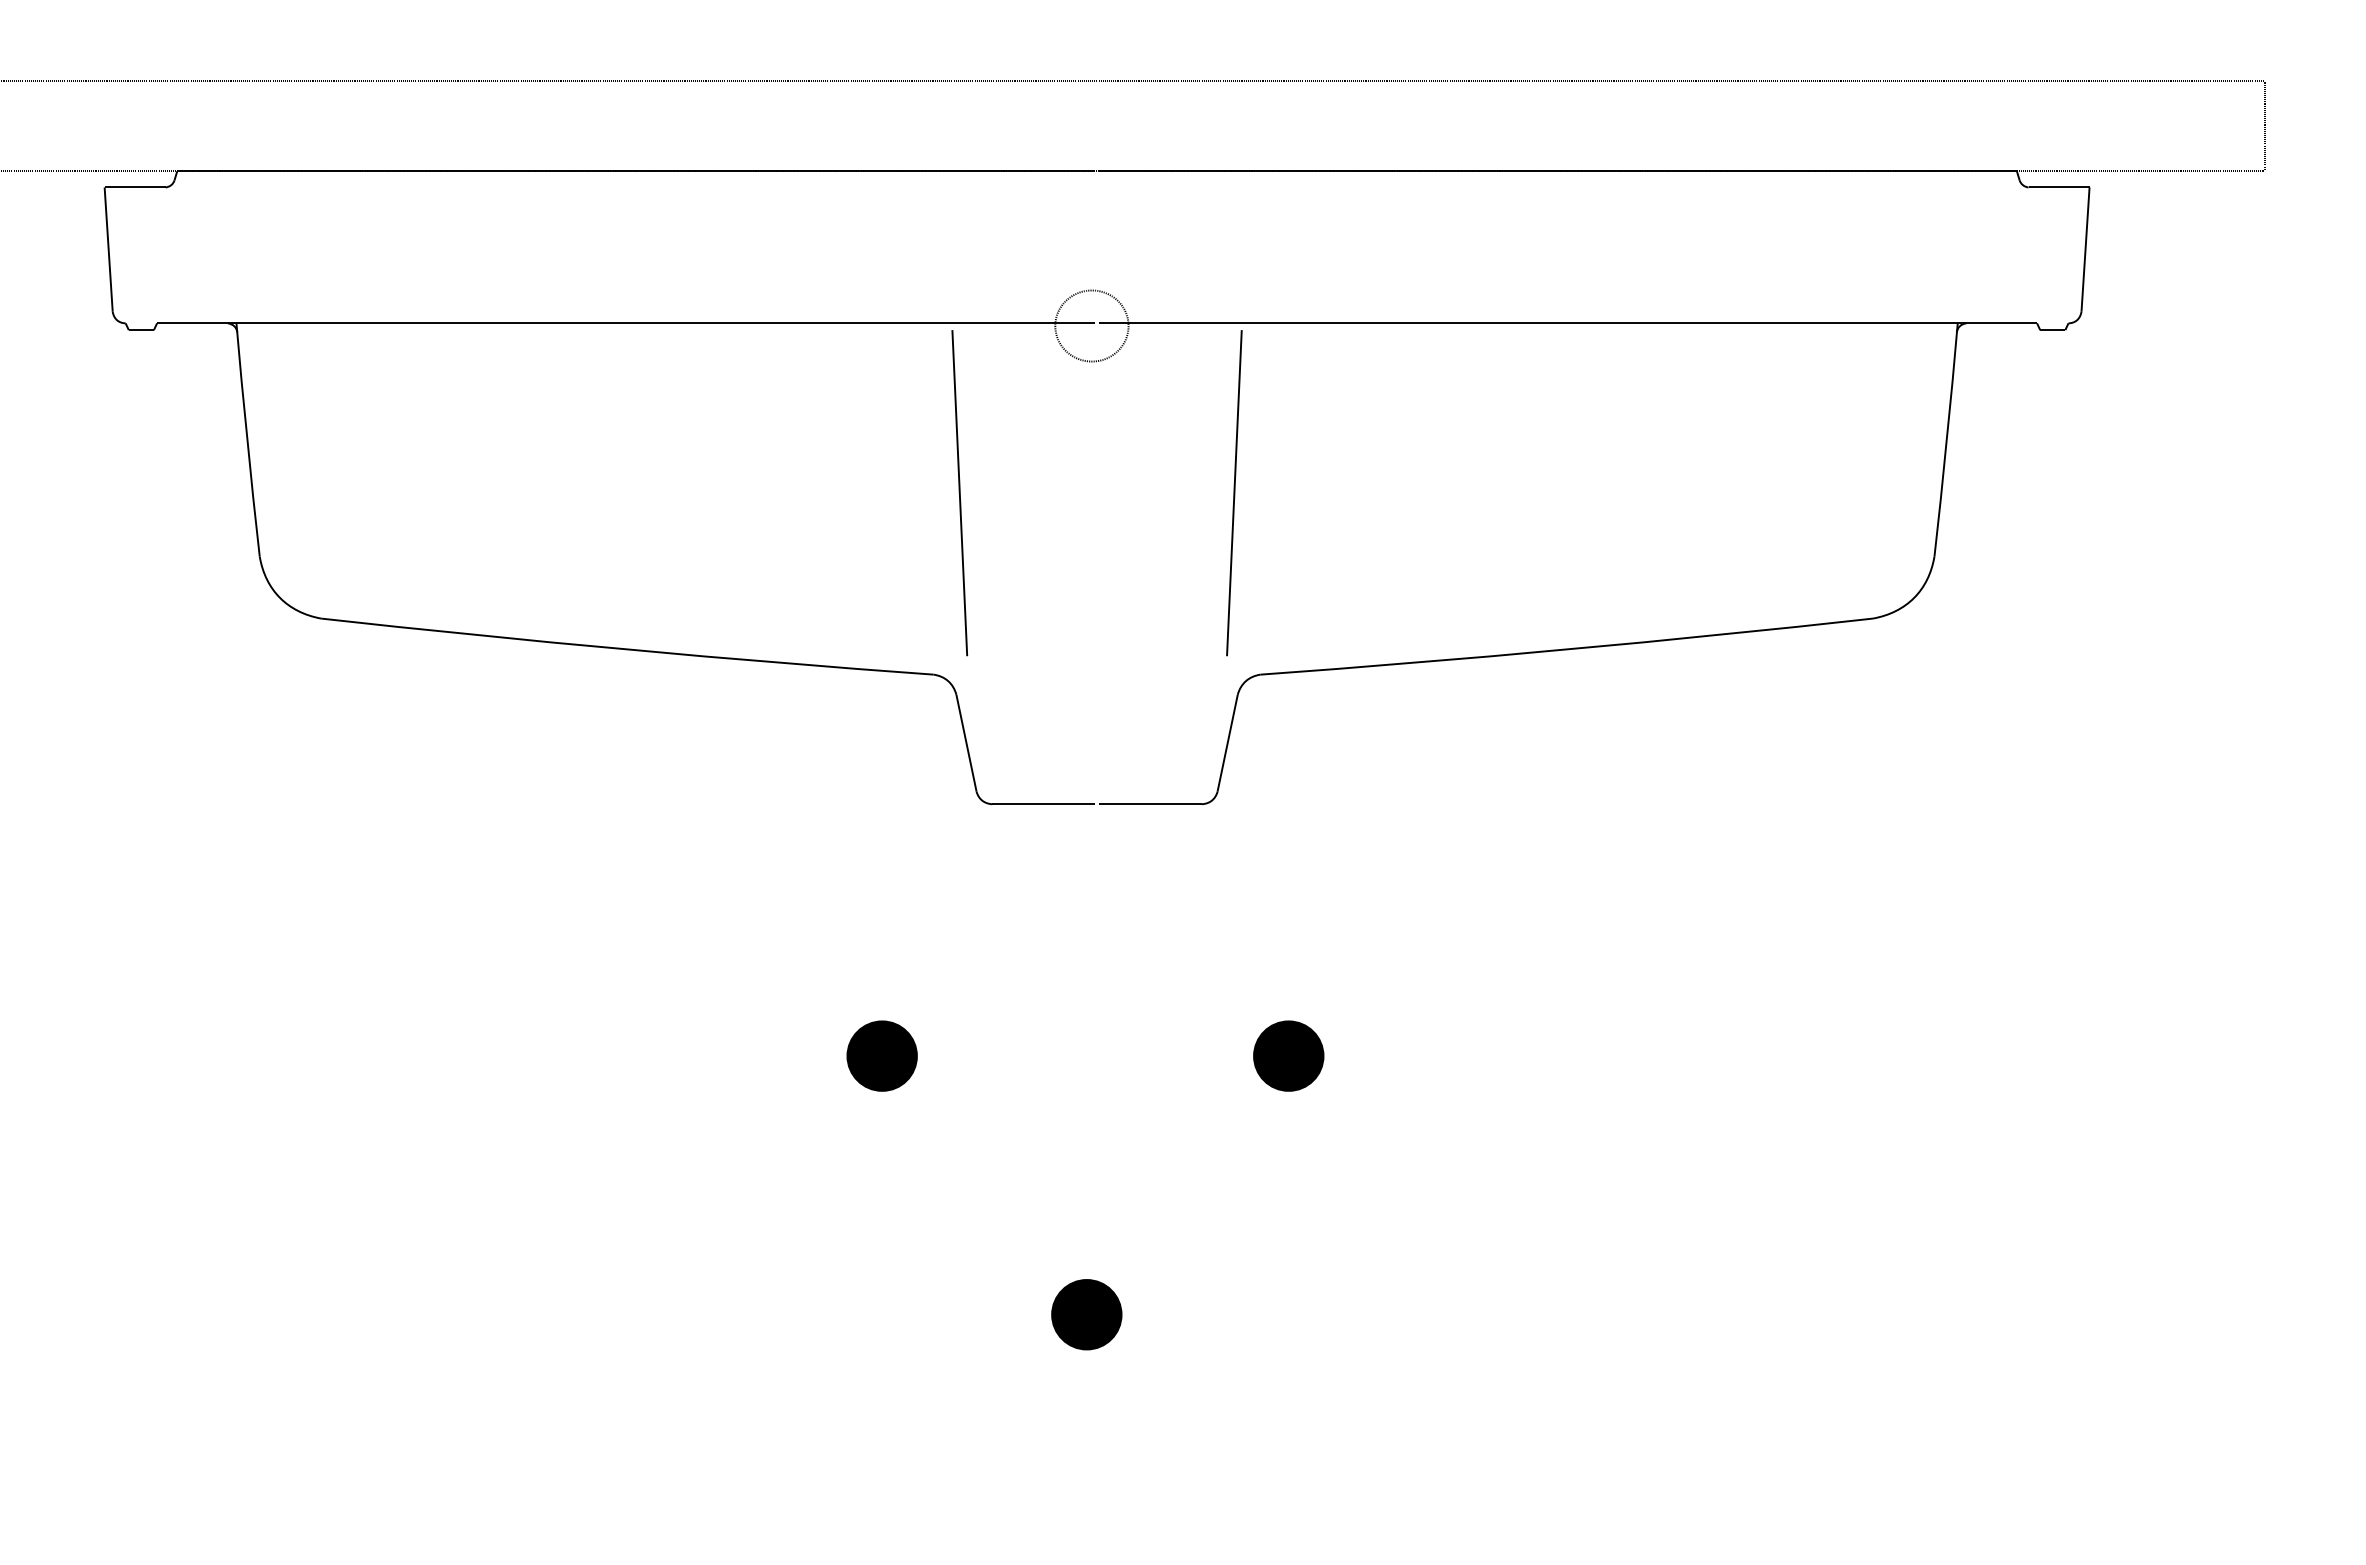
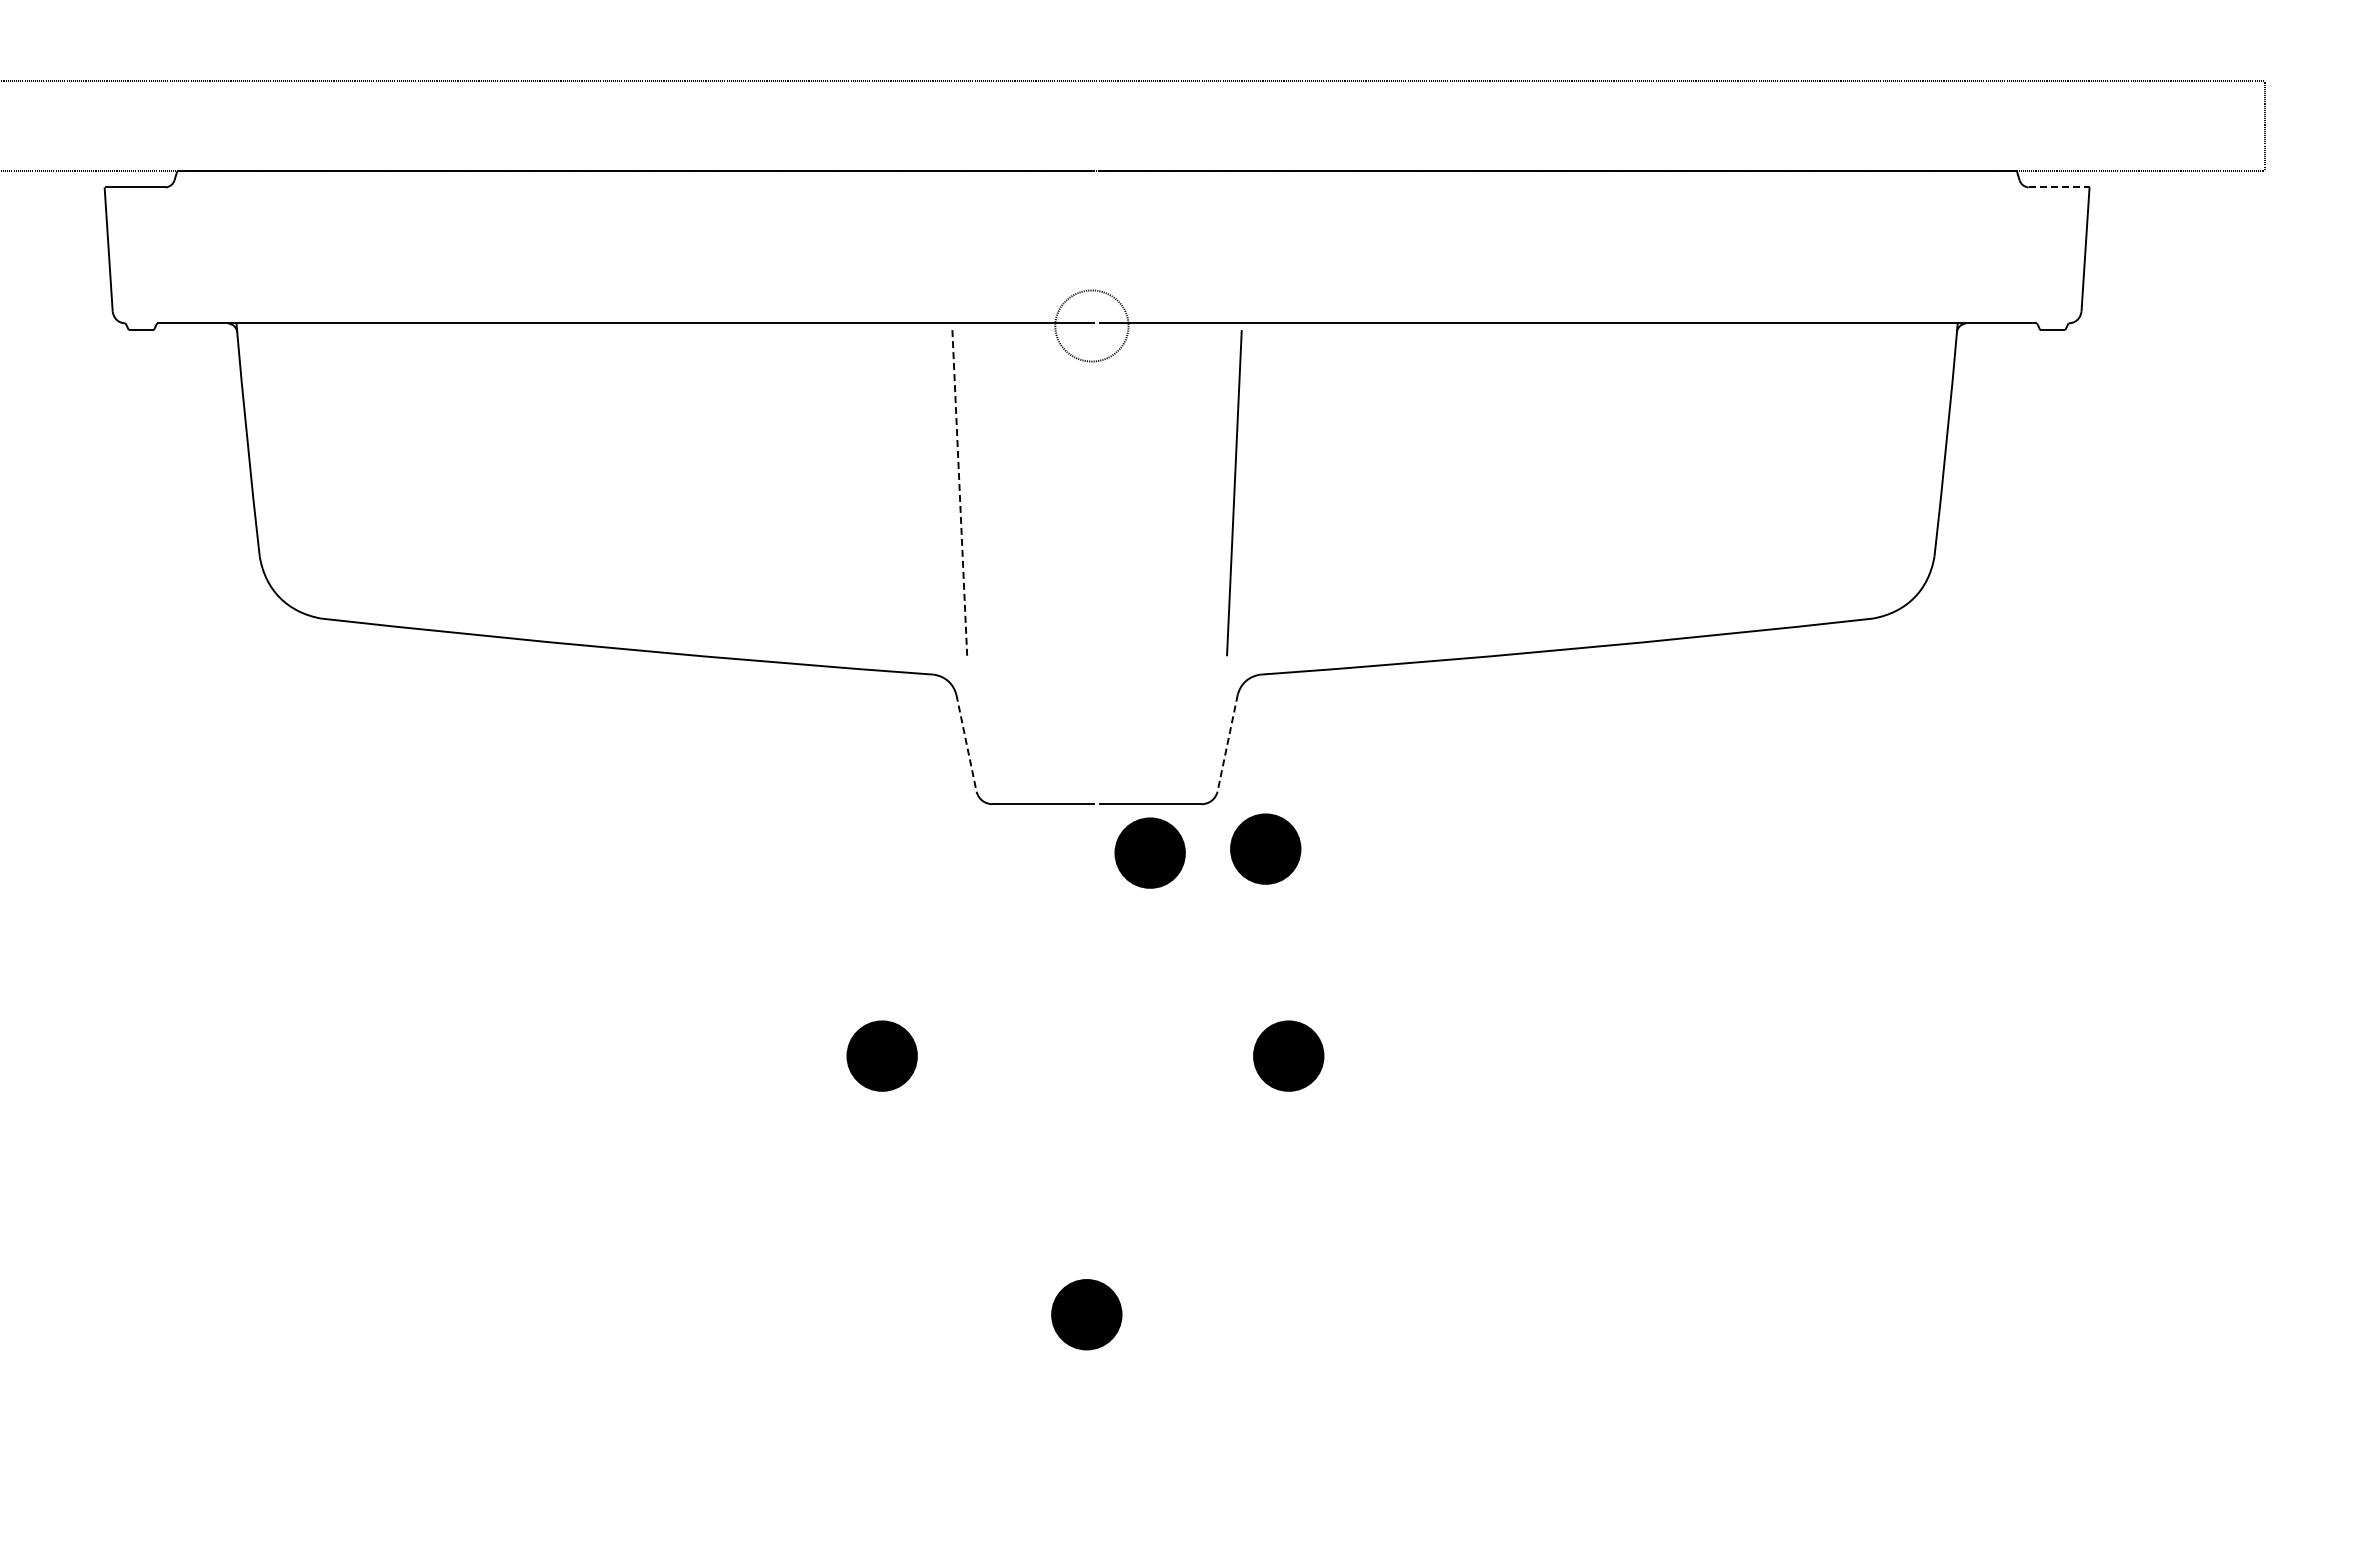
line at (2059, 187): solid -> dashed
line at (959, 493): solid -> dashed
line at (966, 743): solid -> dashed
line at (1227, 743): solid -> dashed
part at (1265, 848): none -> present
part at (1149, 852): none -> present
